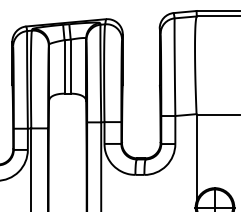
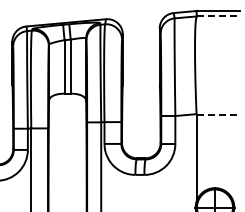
line at (218, 16): solid -> dashed
line at (218, 114): solid -> dashed
